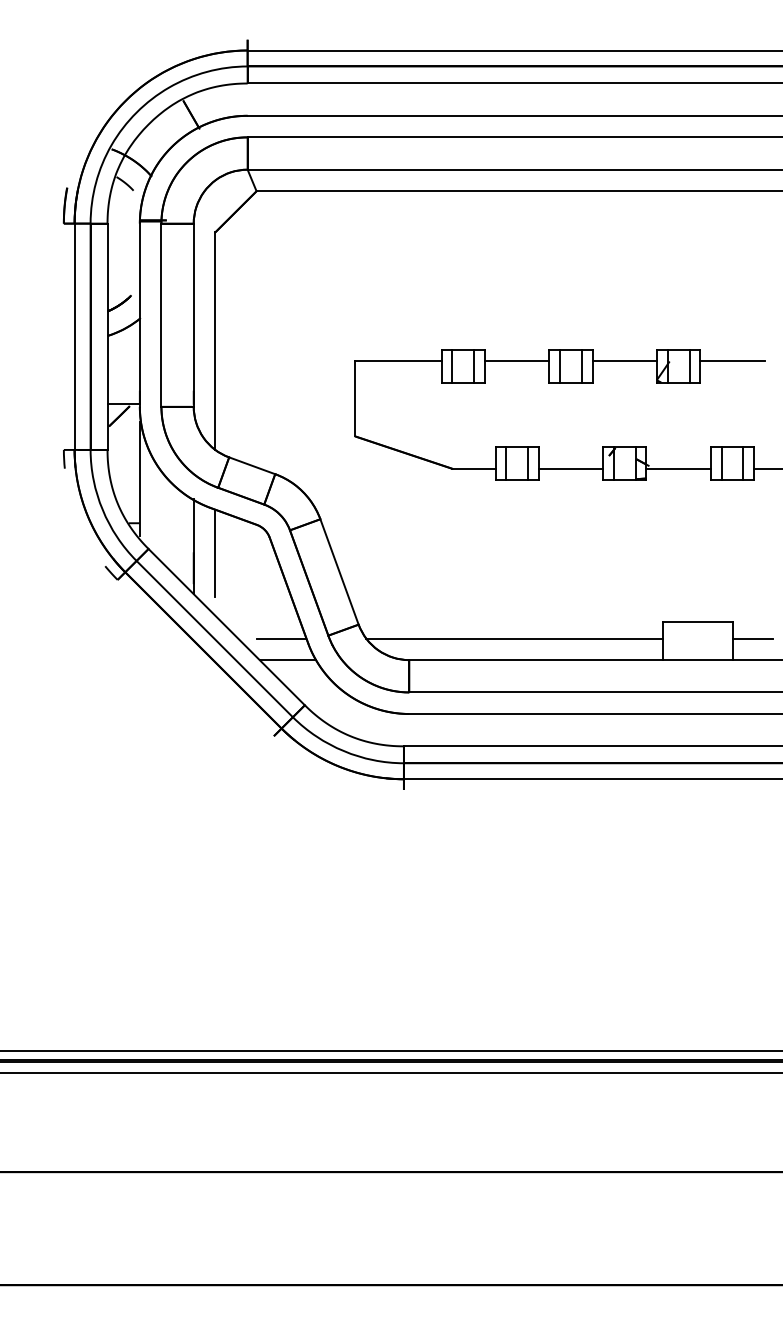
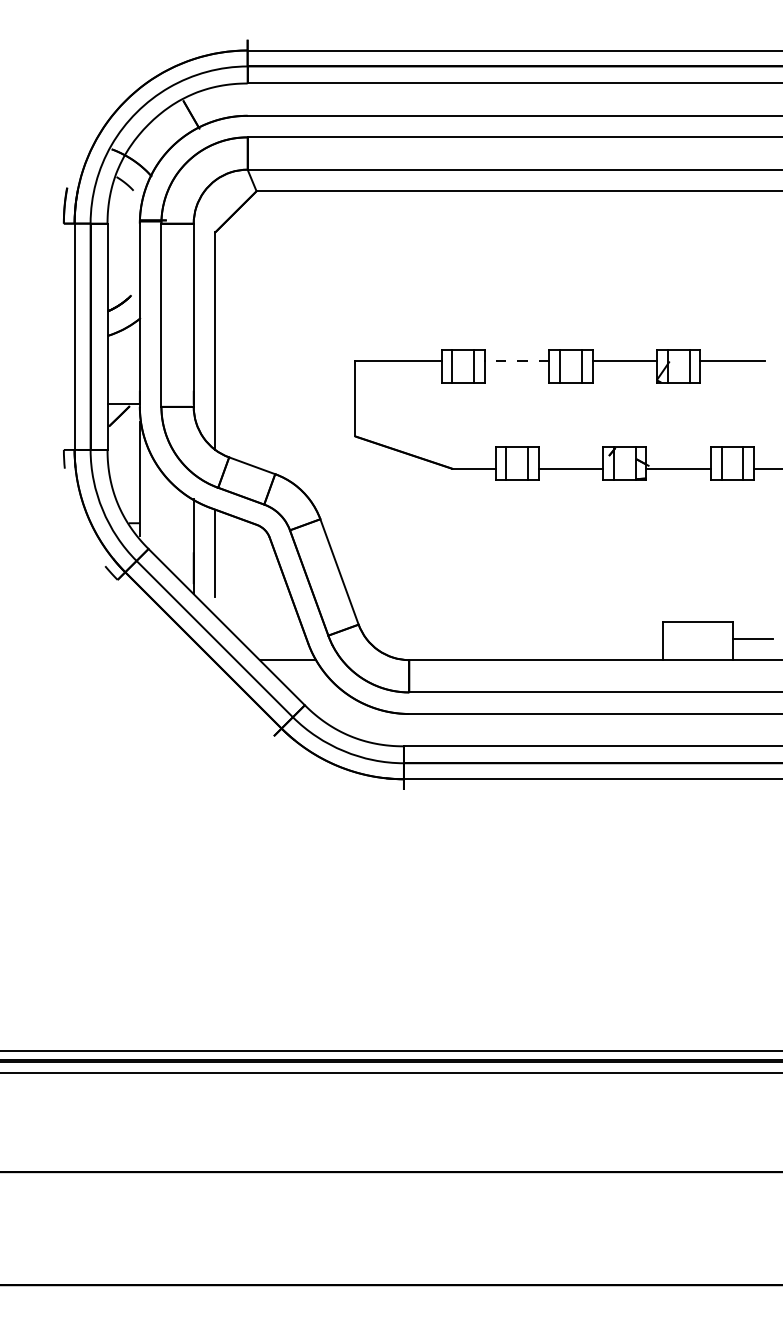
line at (516, 361): solid -> dashed
line at (281, 638): present -> none
line at (514, 638): present -> none
